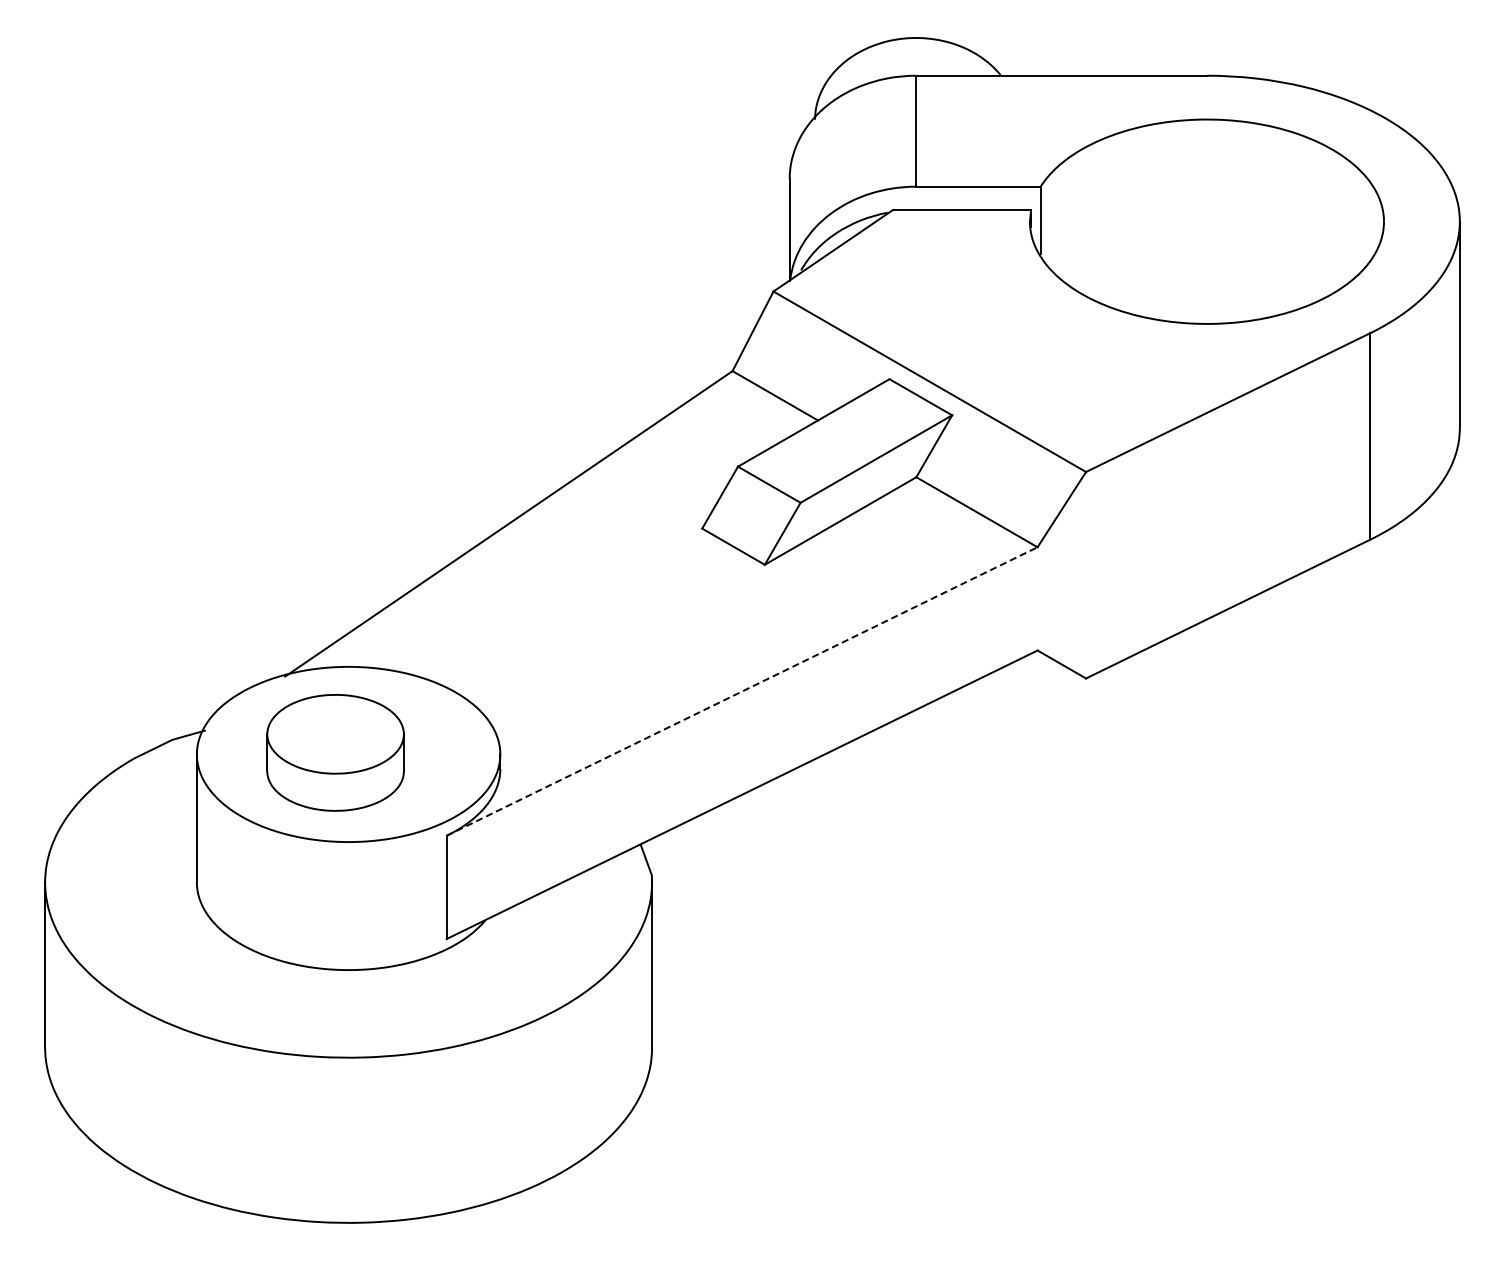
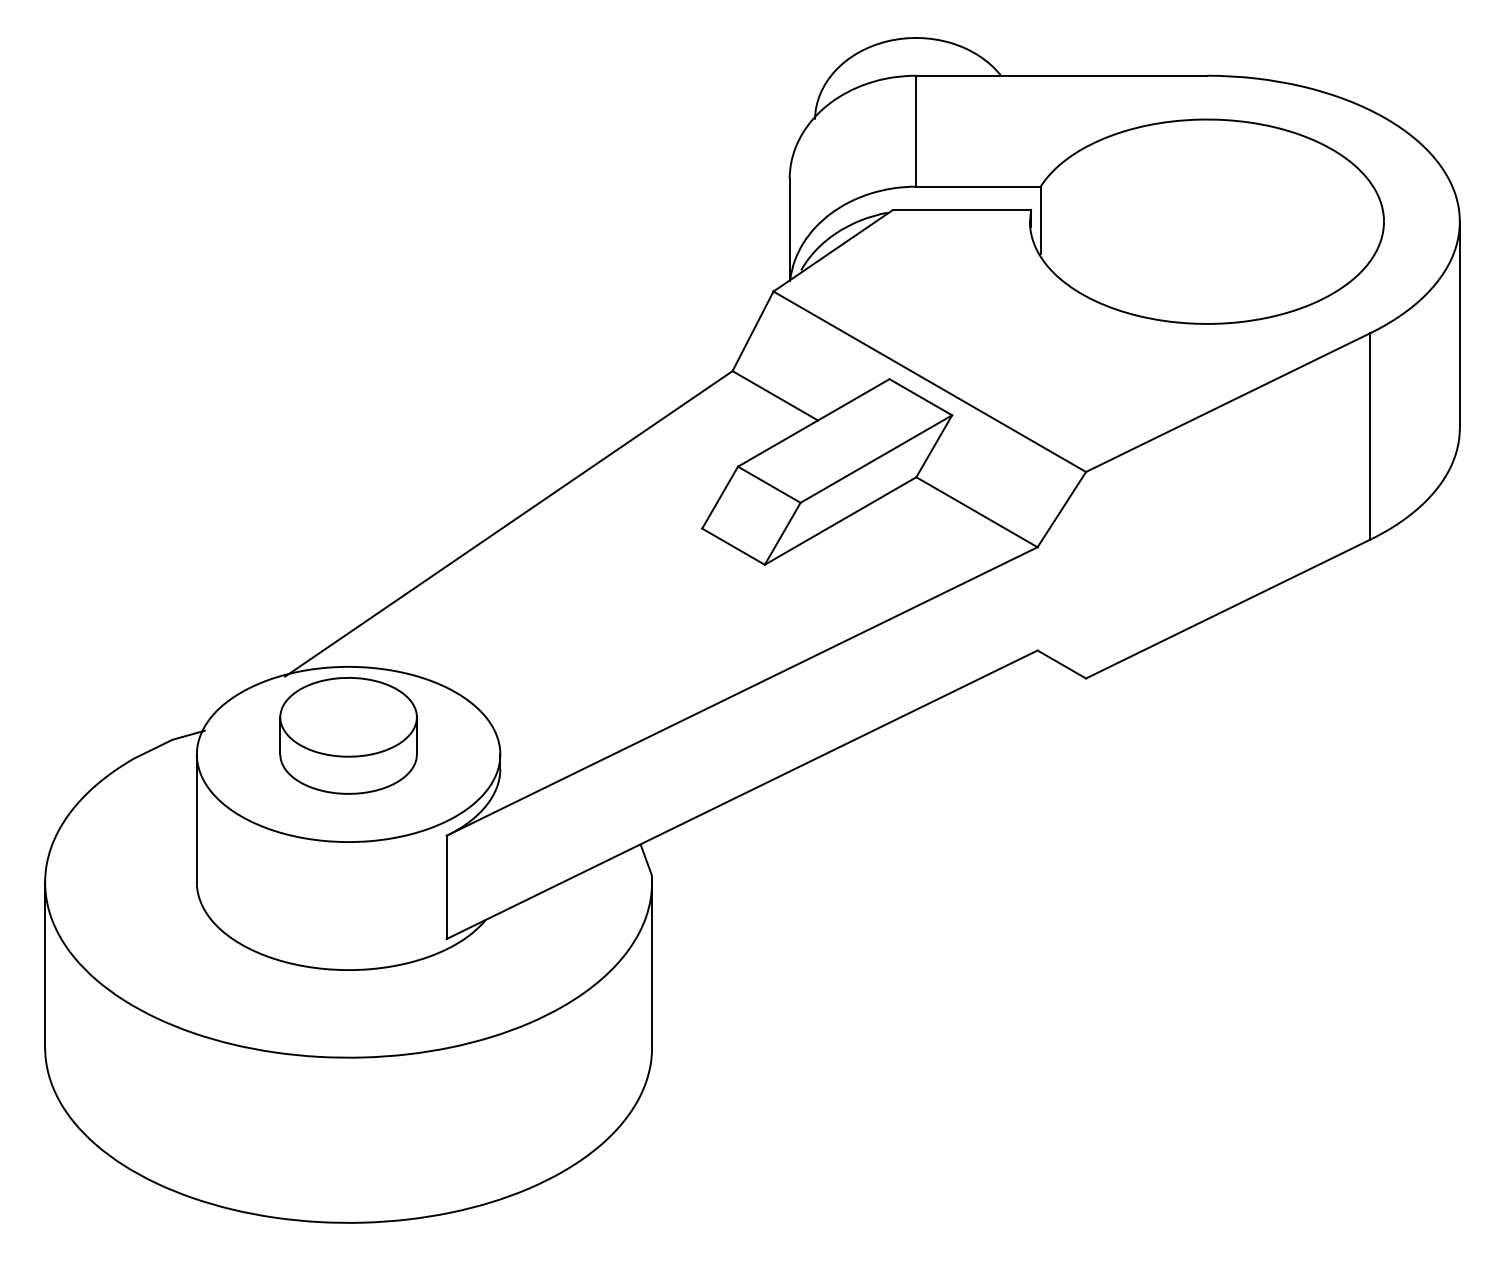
line at (742, 691): dashed -> solid
part at (335, 752) position: (335, 752) -> (348, 735)
